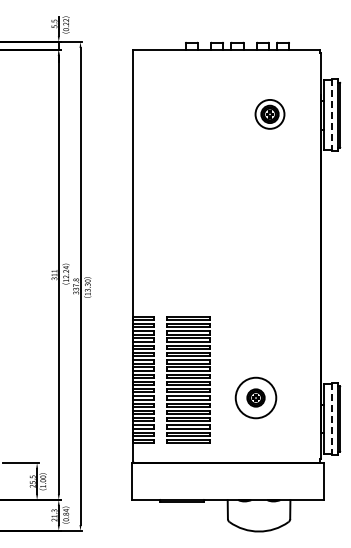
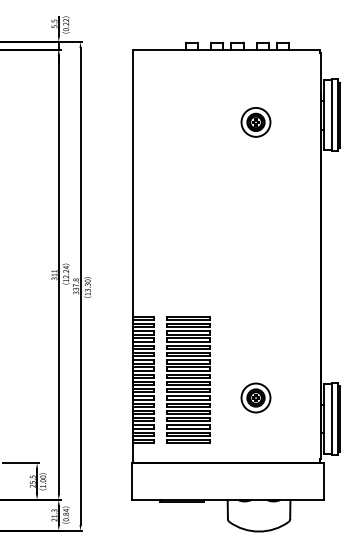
part at (269, 114) position: (269, 114) -> (255, 122)
line at (332, 115): dashed -> solid
circle at (255, 397) diameter: 41 px -> 29 px
line at (332, 419): dashed -> solid
